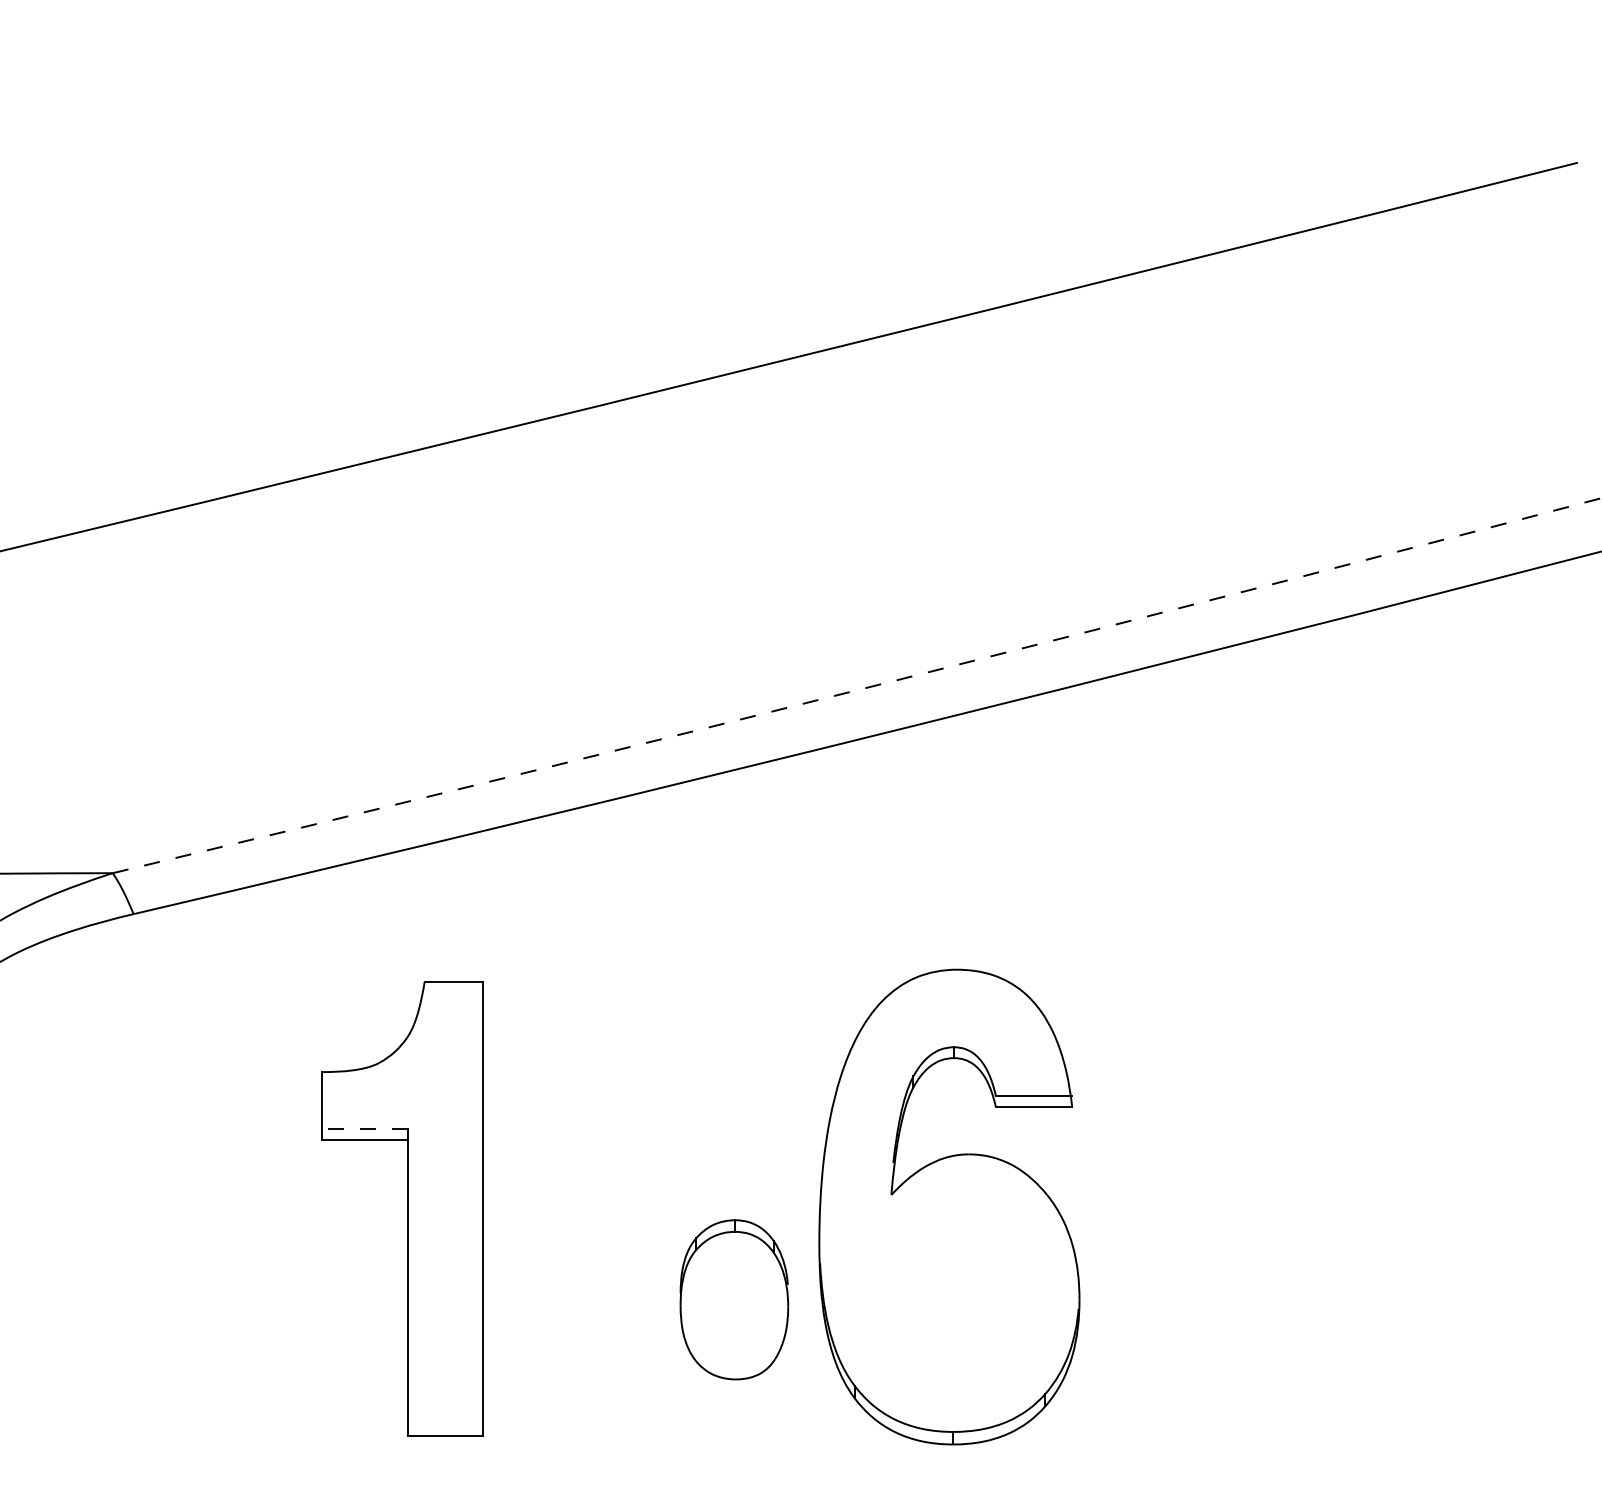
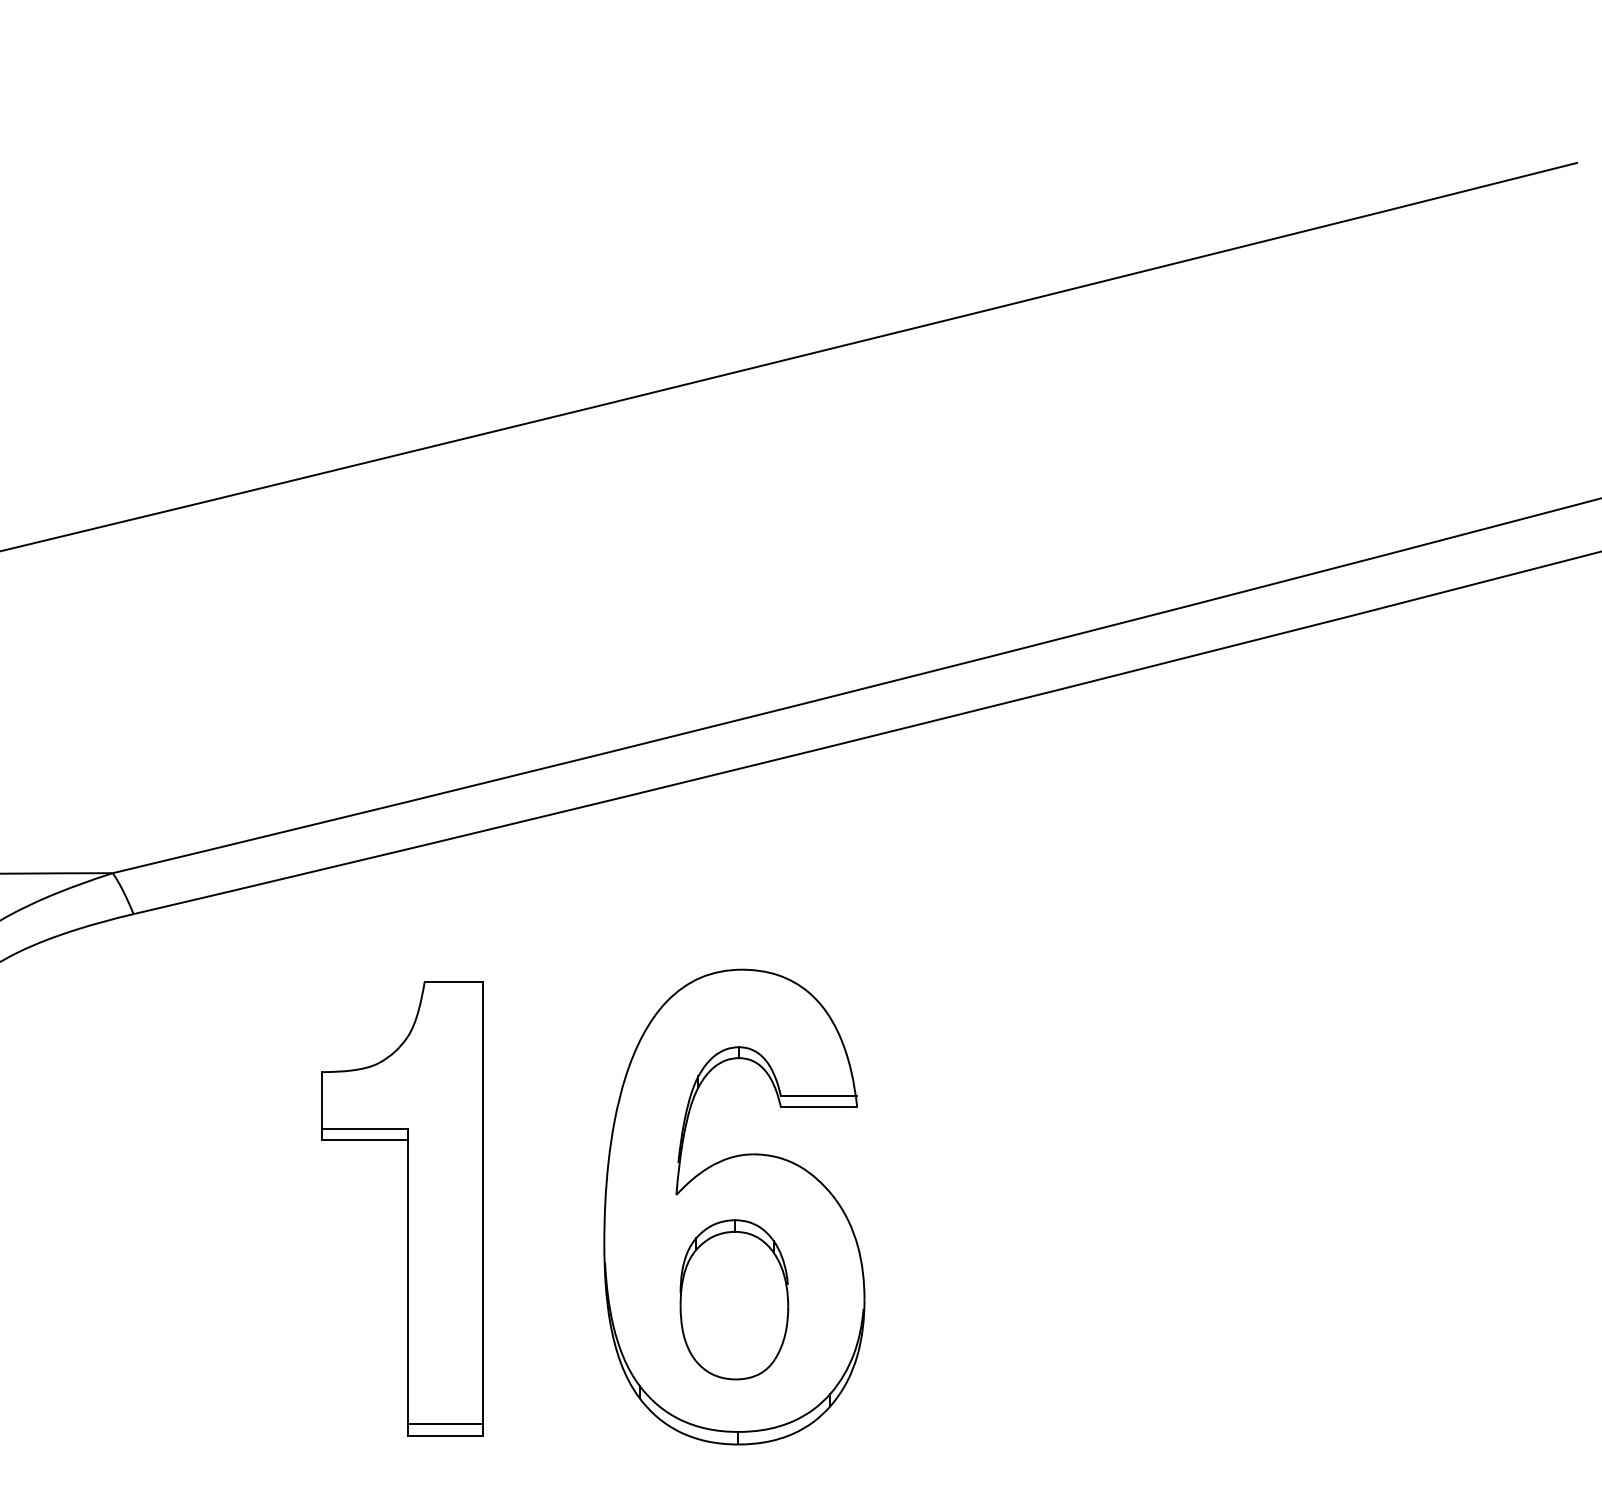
arc at (859, 689): dashed -> solid
line at (364, 1128): dashed -> solid
part at (949, 1206) position: (949, 1206) -> (734, 1206)
line at (445, 1423): none -> present
